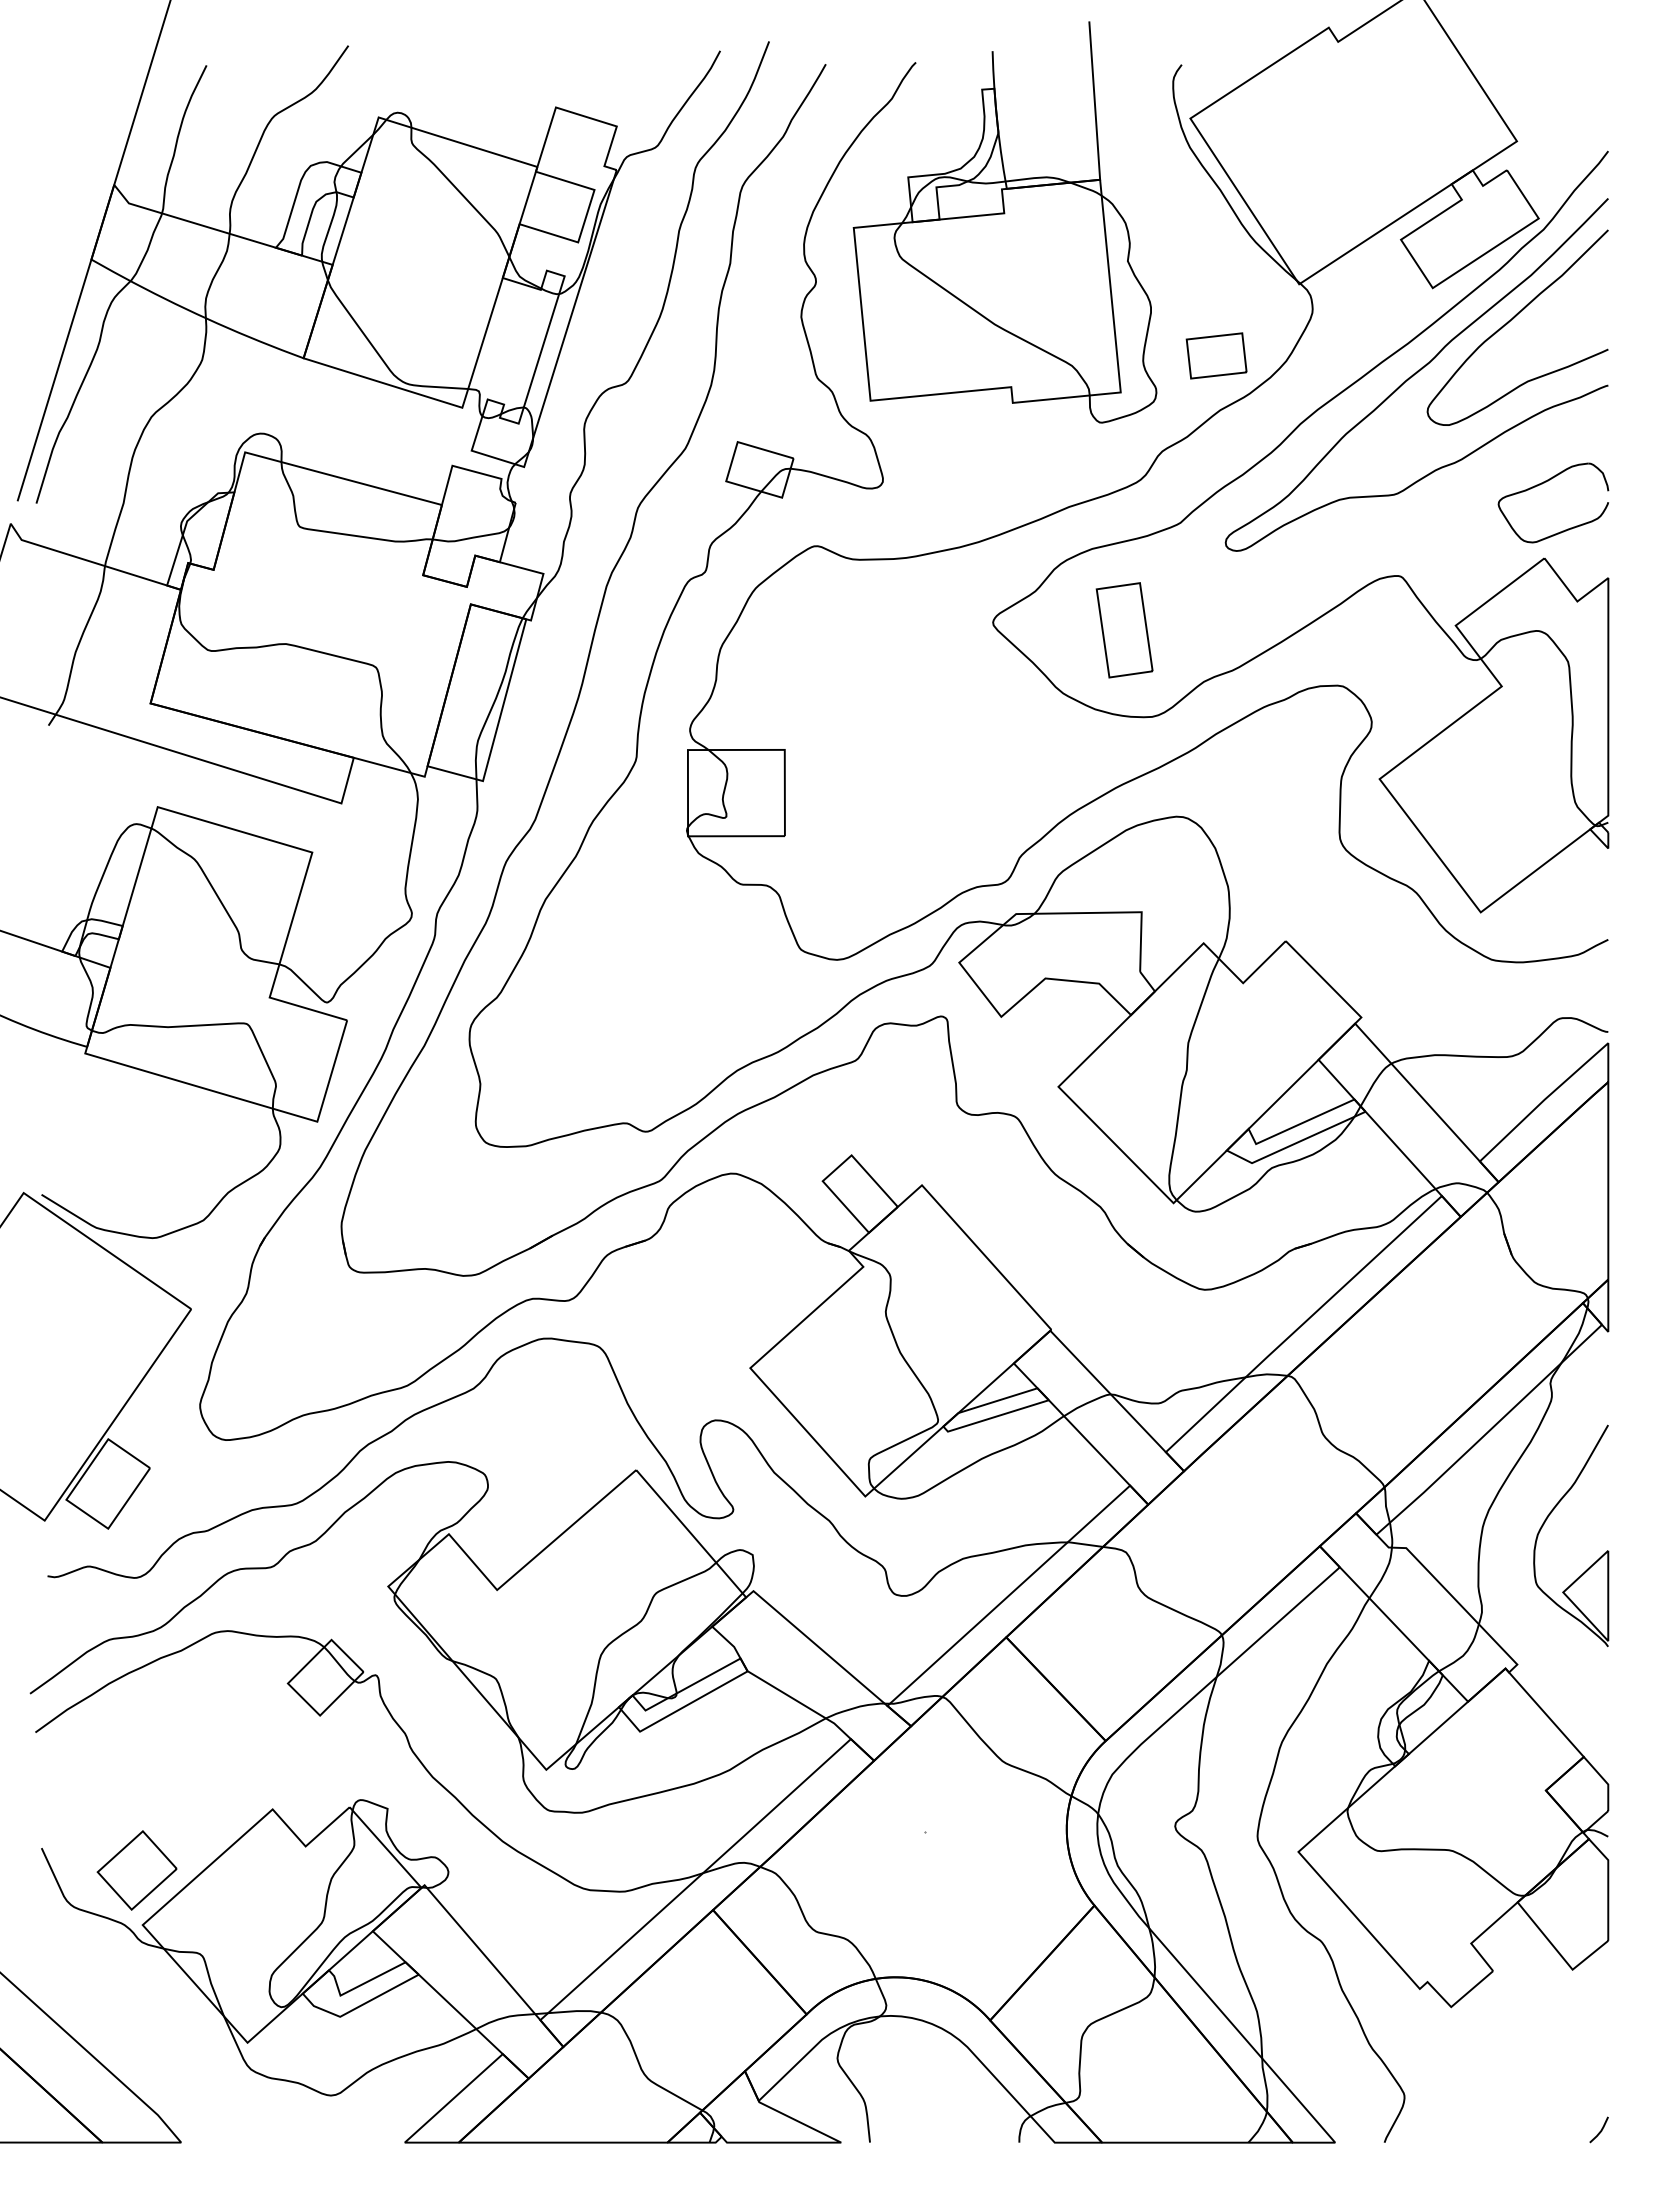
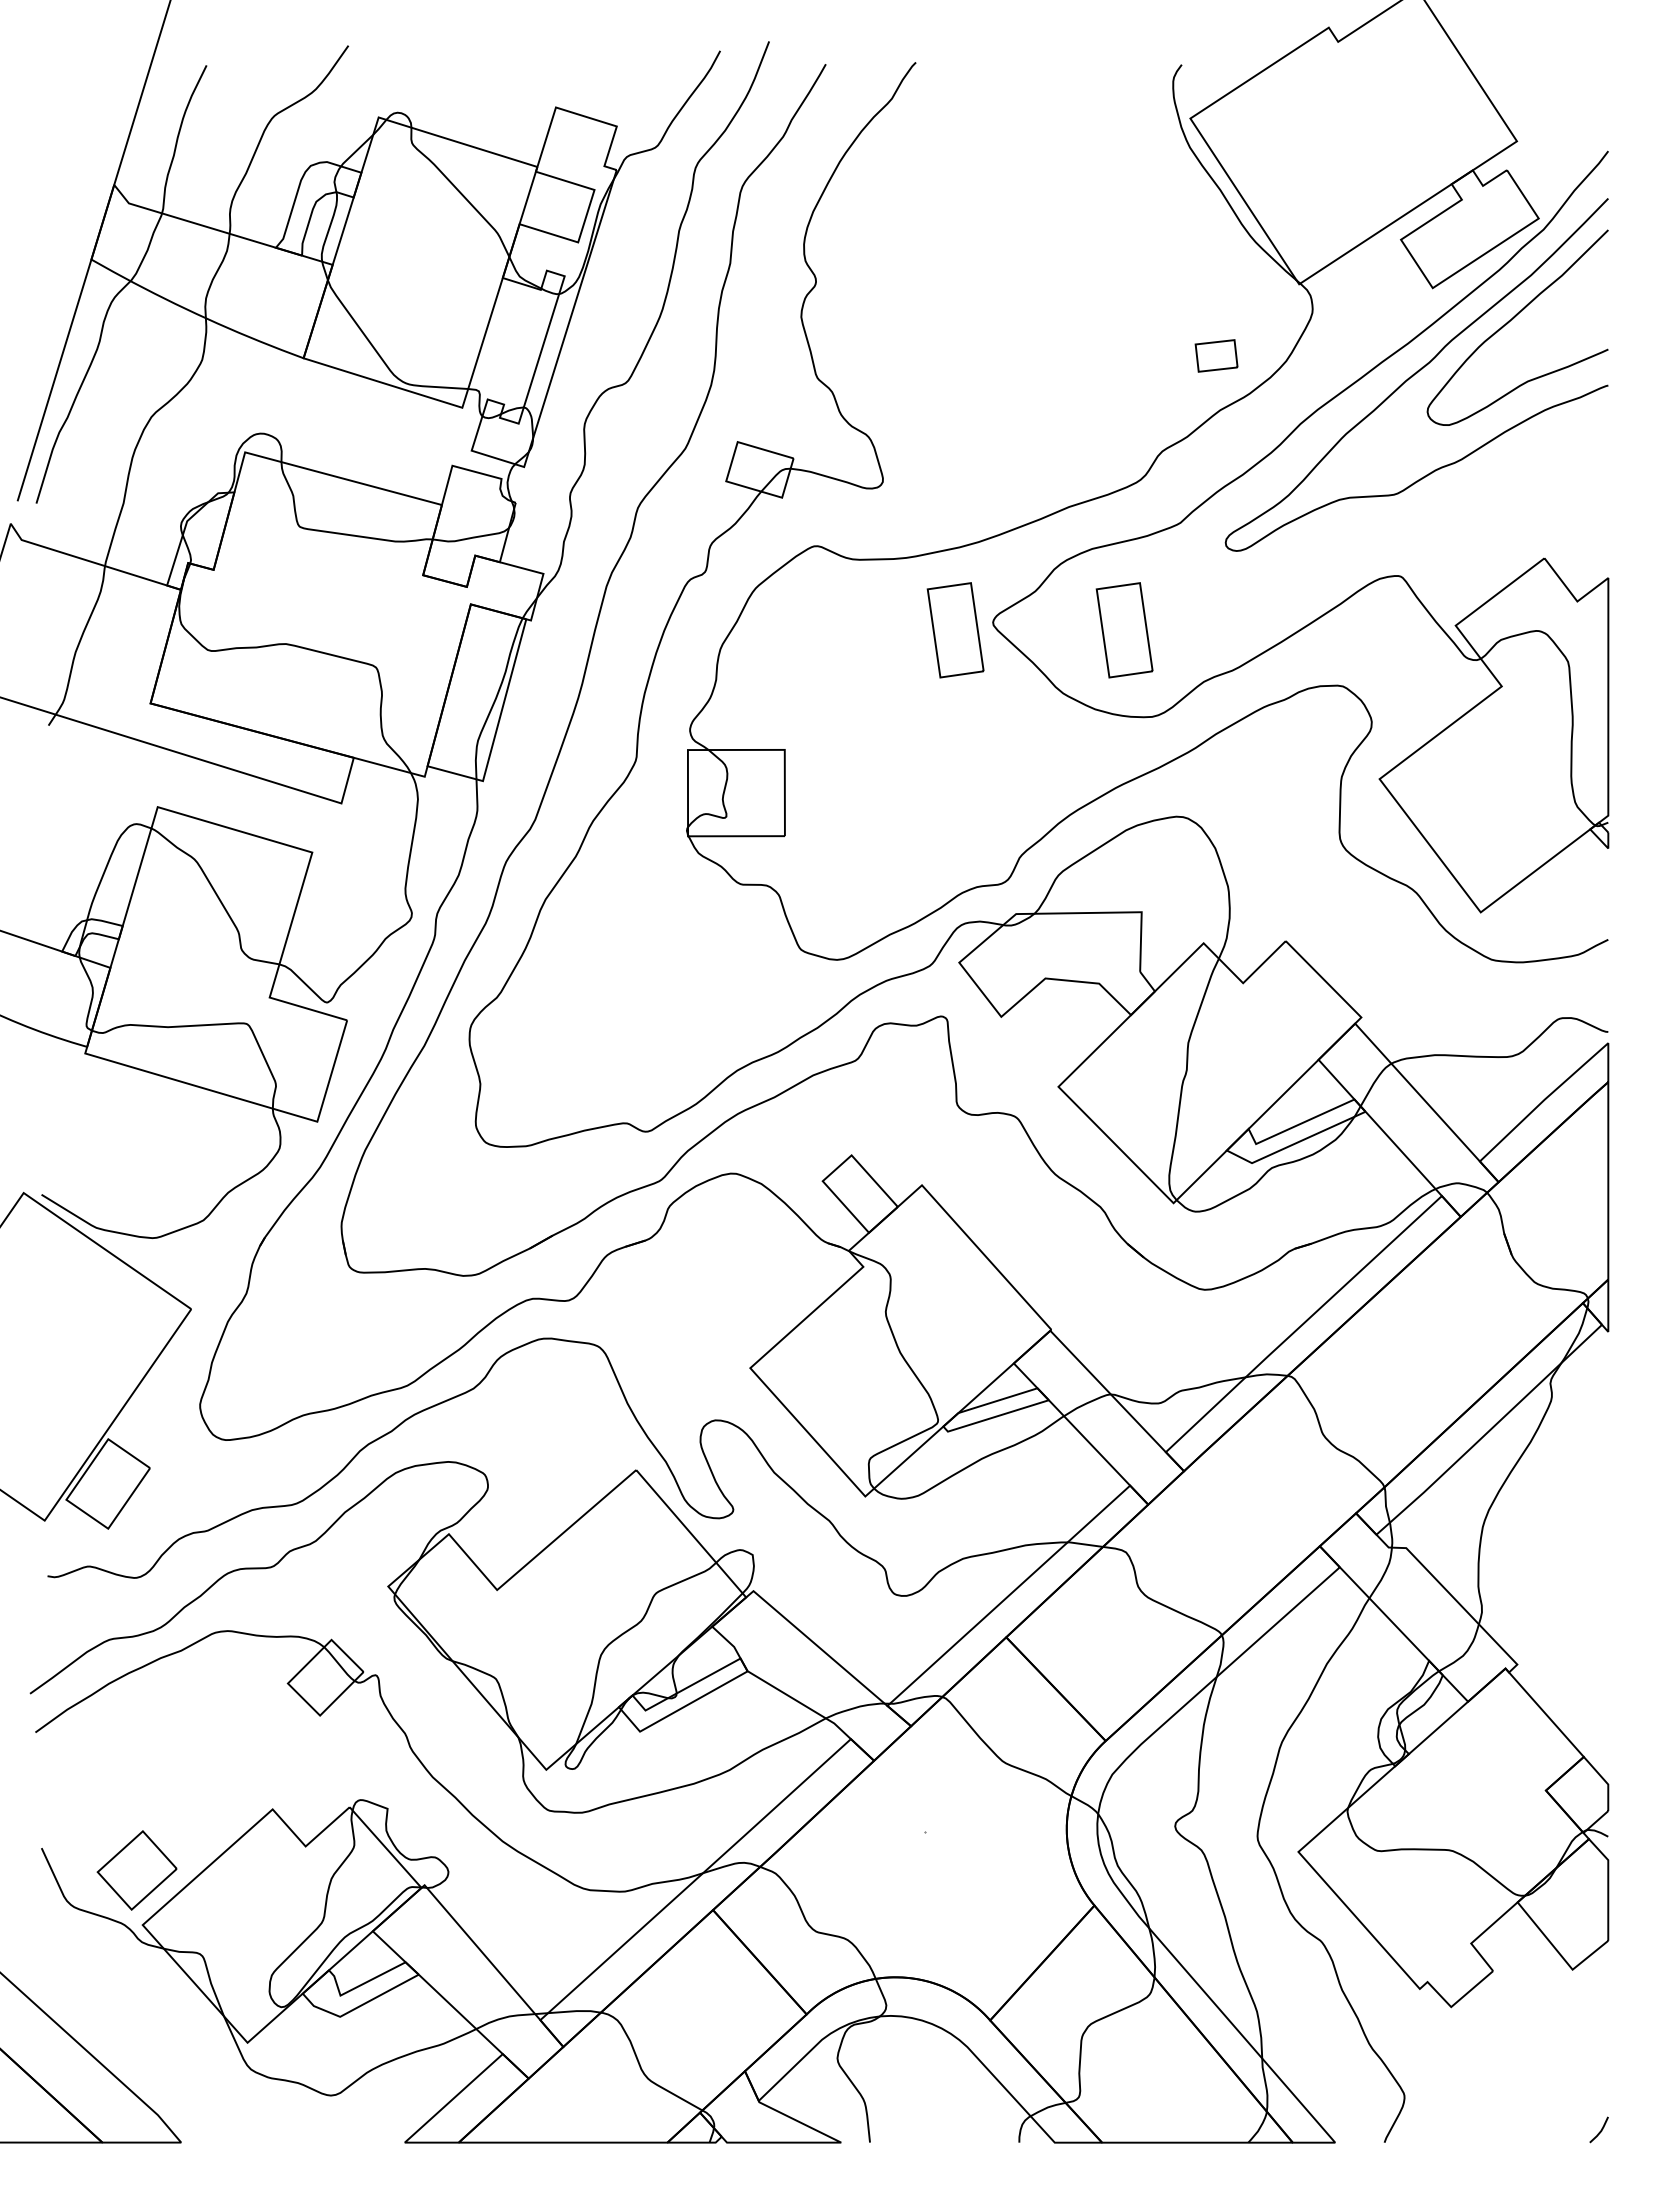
part at (1004, 222): present -> none
part at (1216, 355) size: 63x48 px -> 45x34 px
part at (1544, 483): present -> none
part at (955, 630): none -> present
part at (1547, 1519): present -> none
